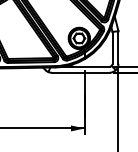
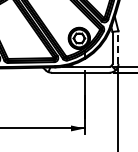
line at (118, 48): solid -> dashed
